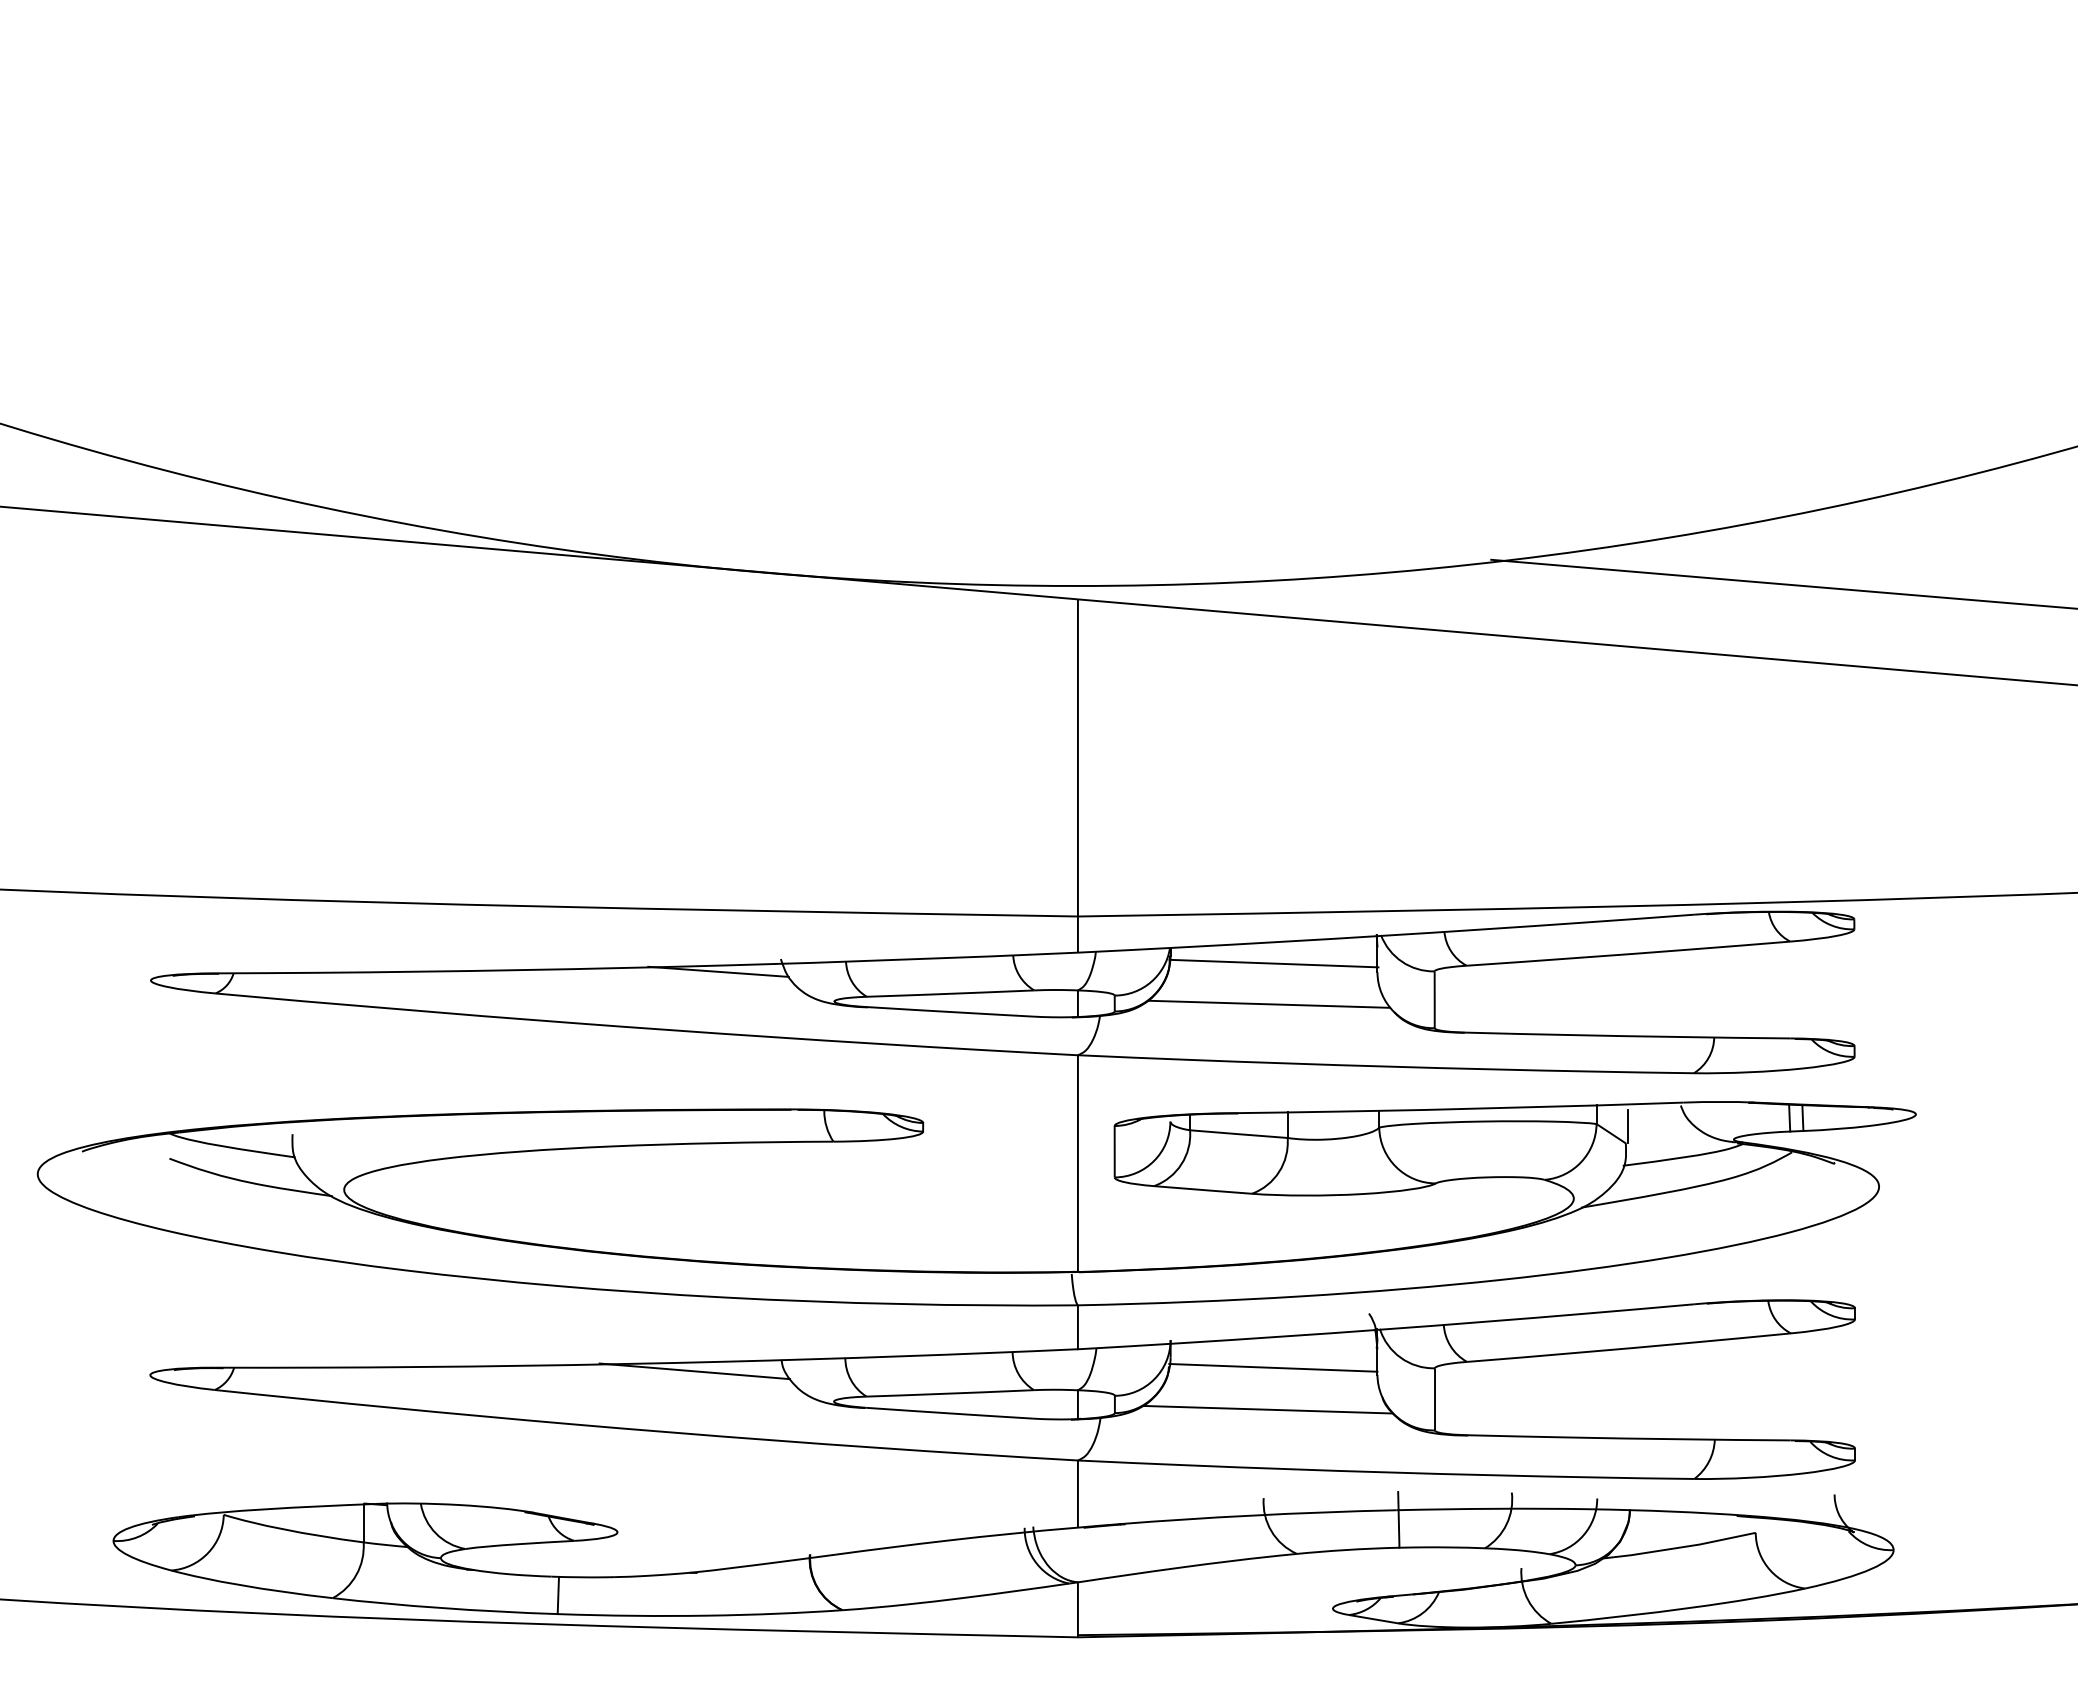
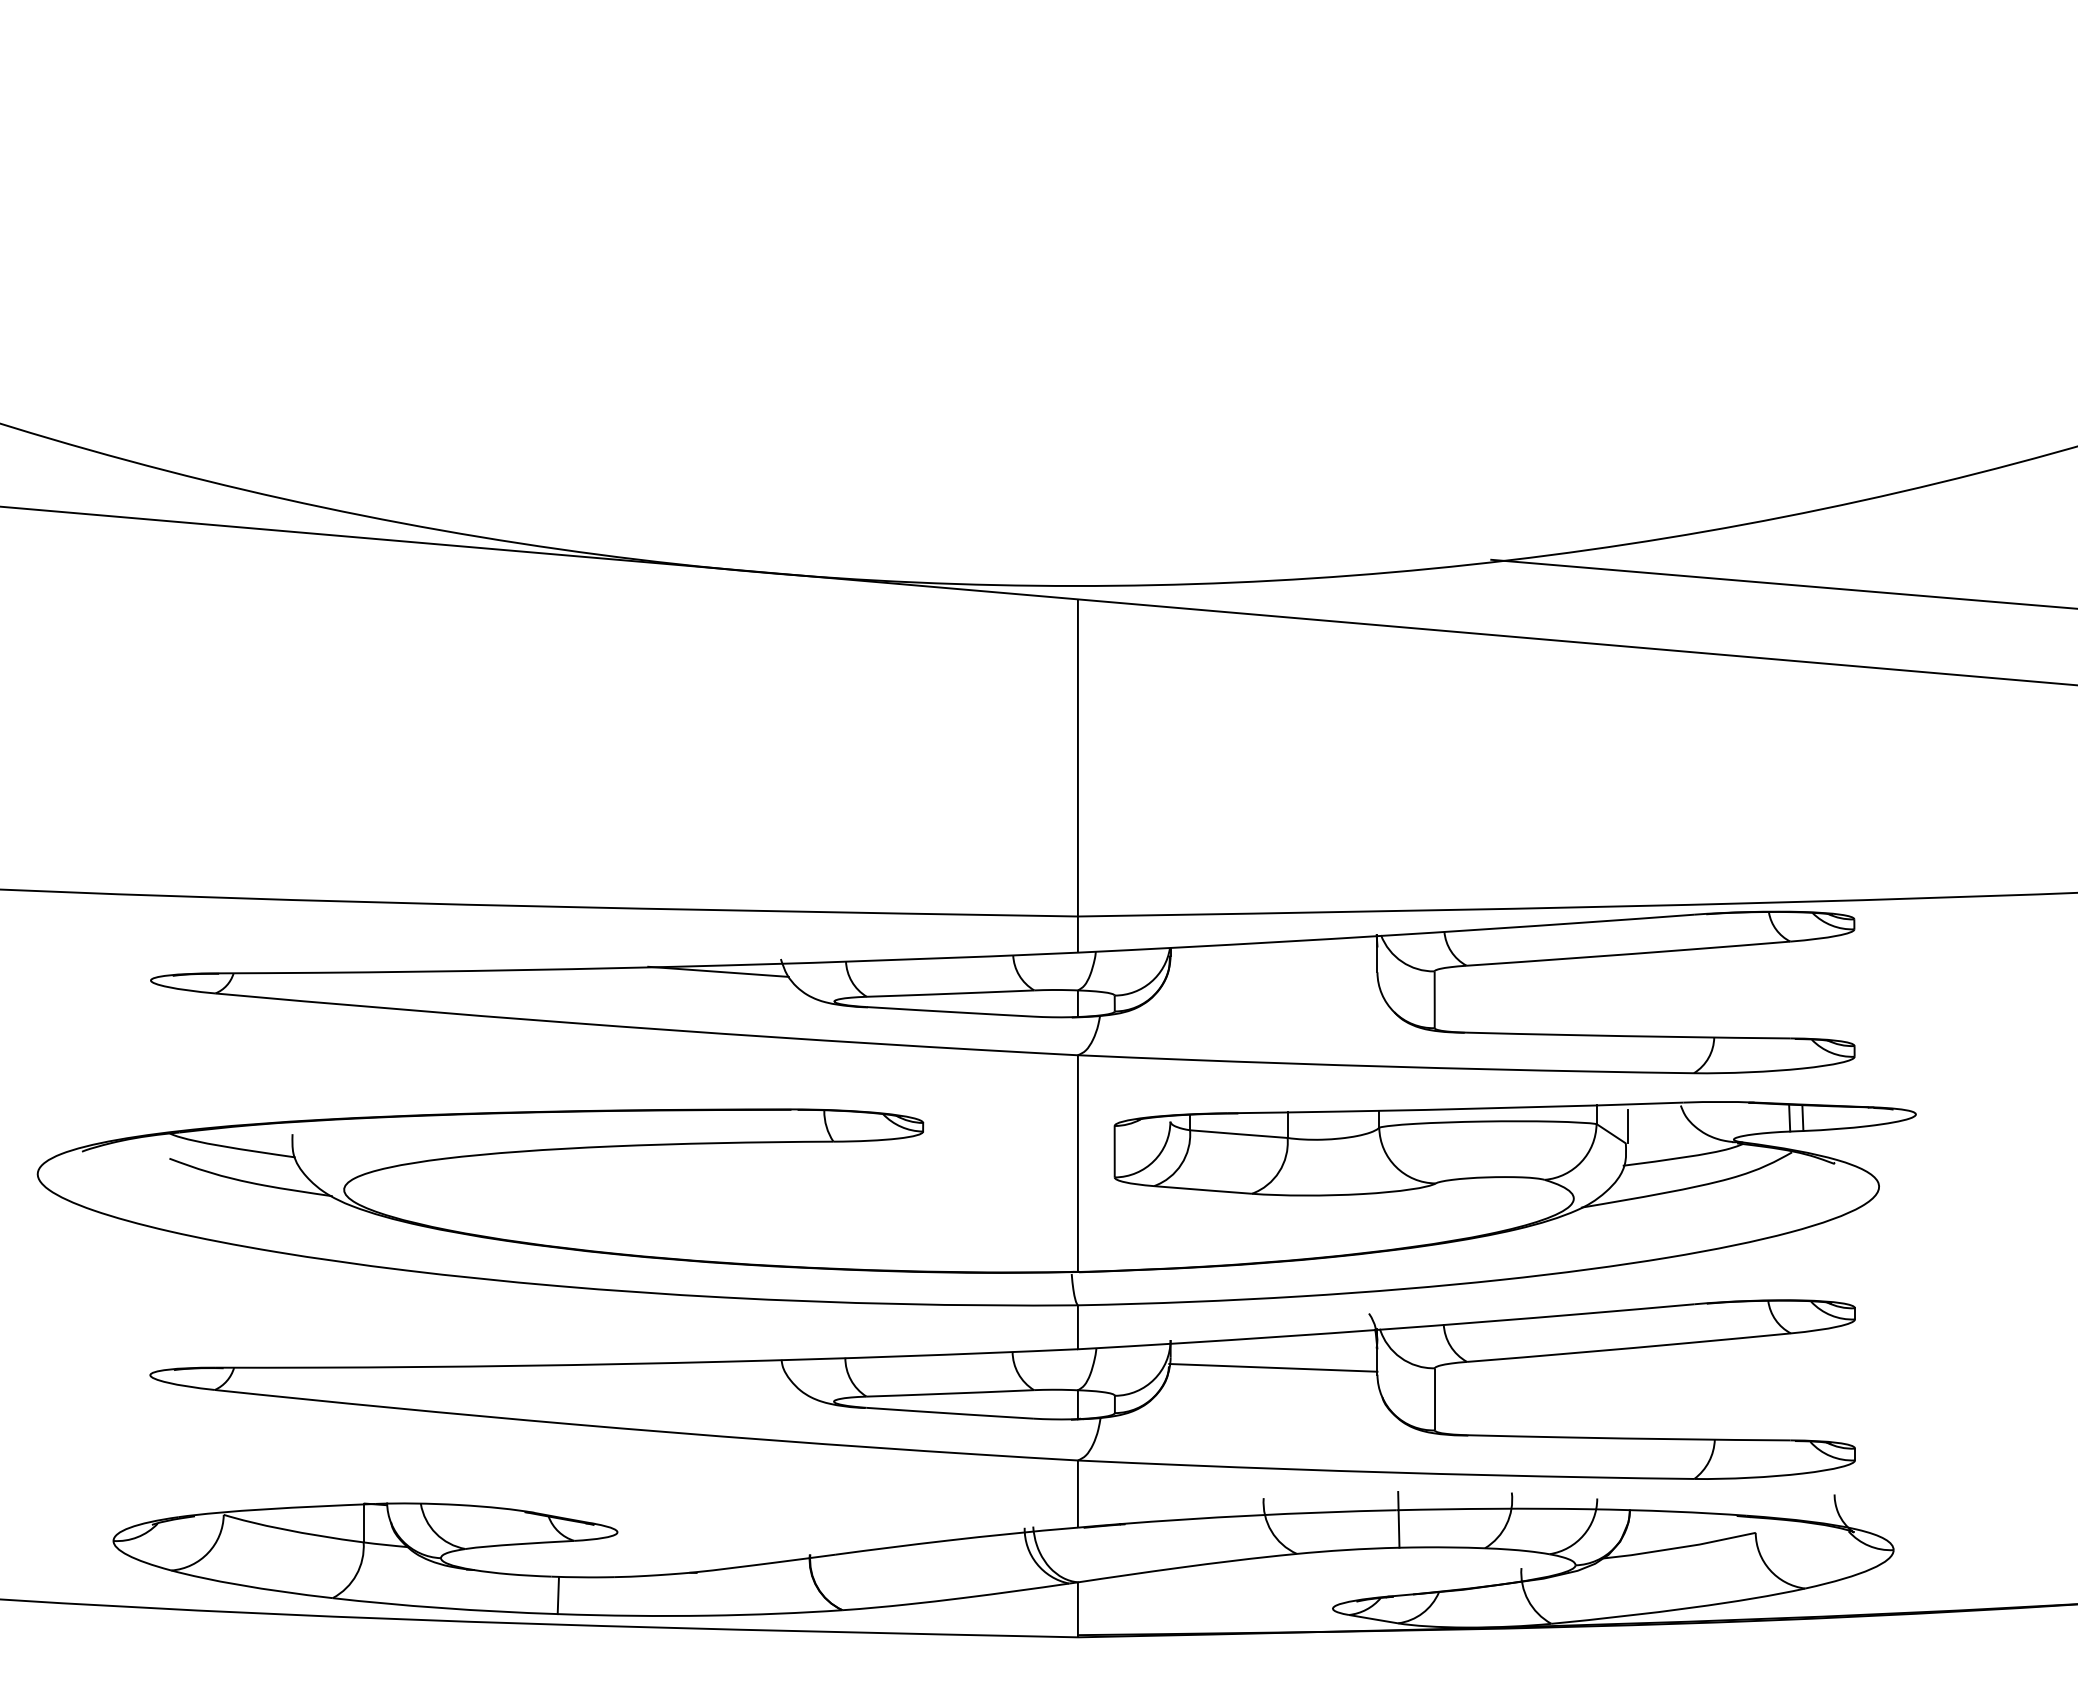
line at (1273, 963): present -> none
line at (1269, 1003): present -> none
line at (694, 1371): present -> none
line at (1267, 1409): present -> none
